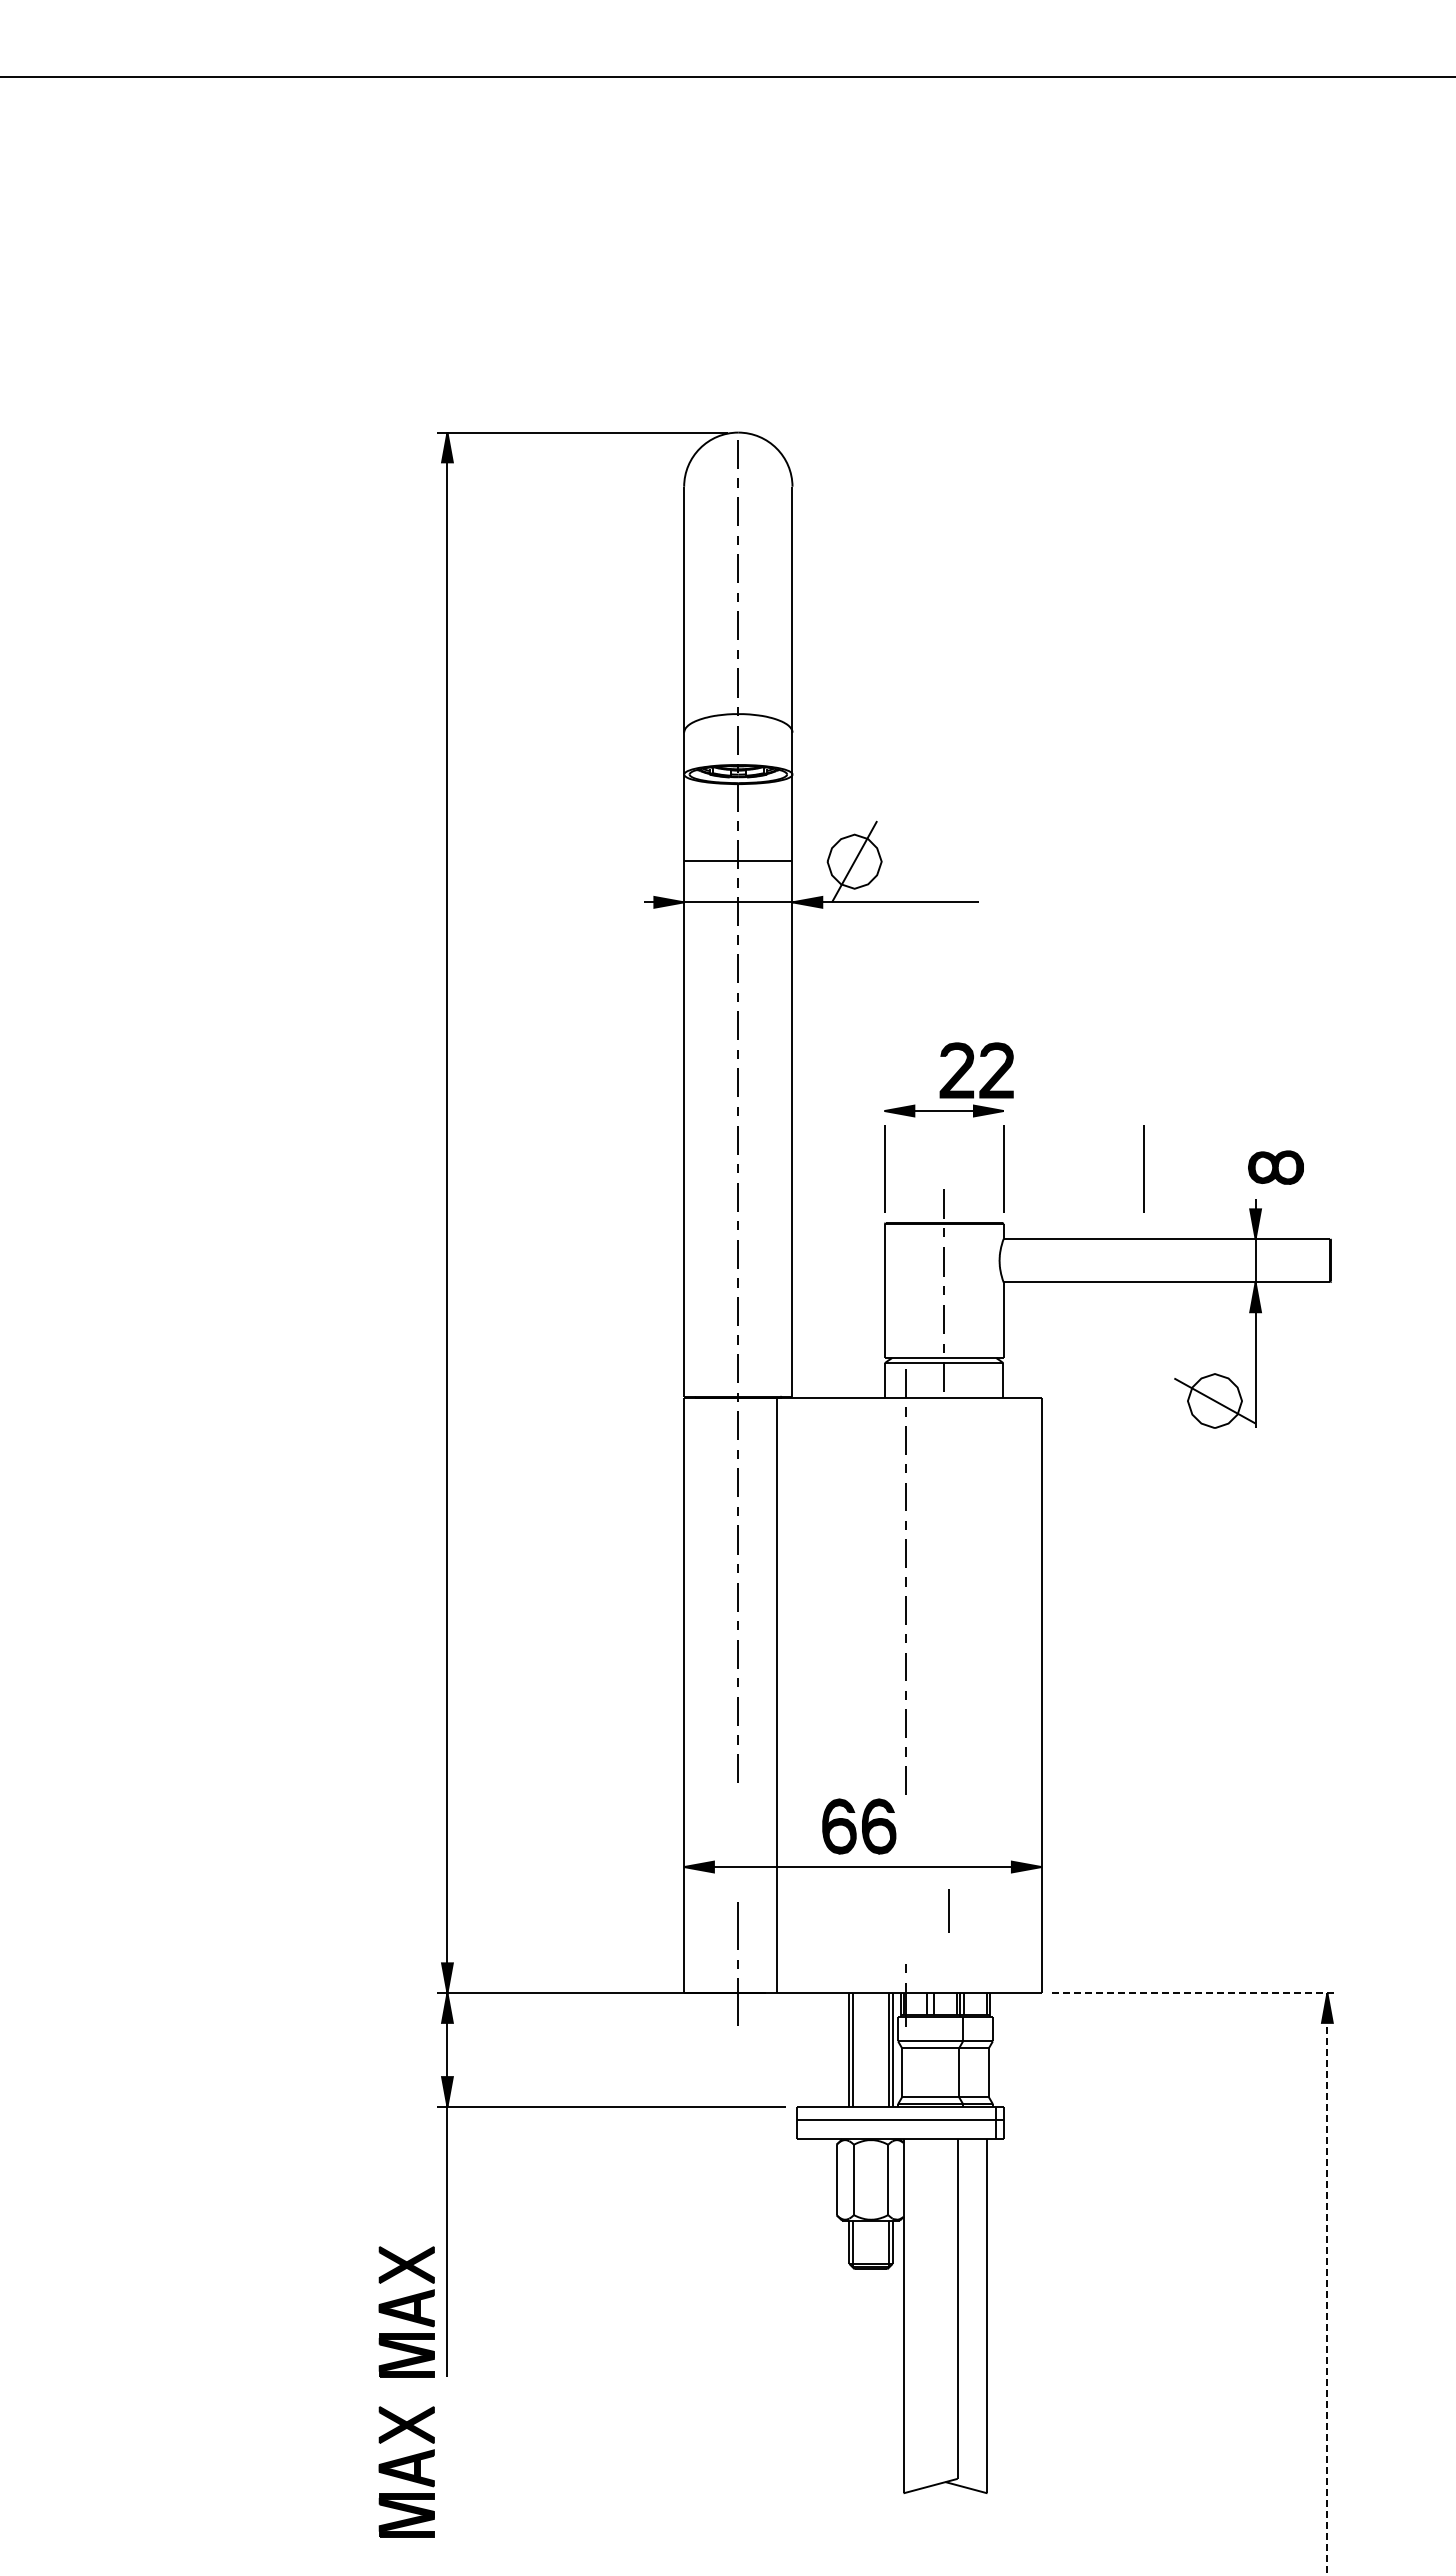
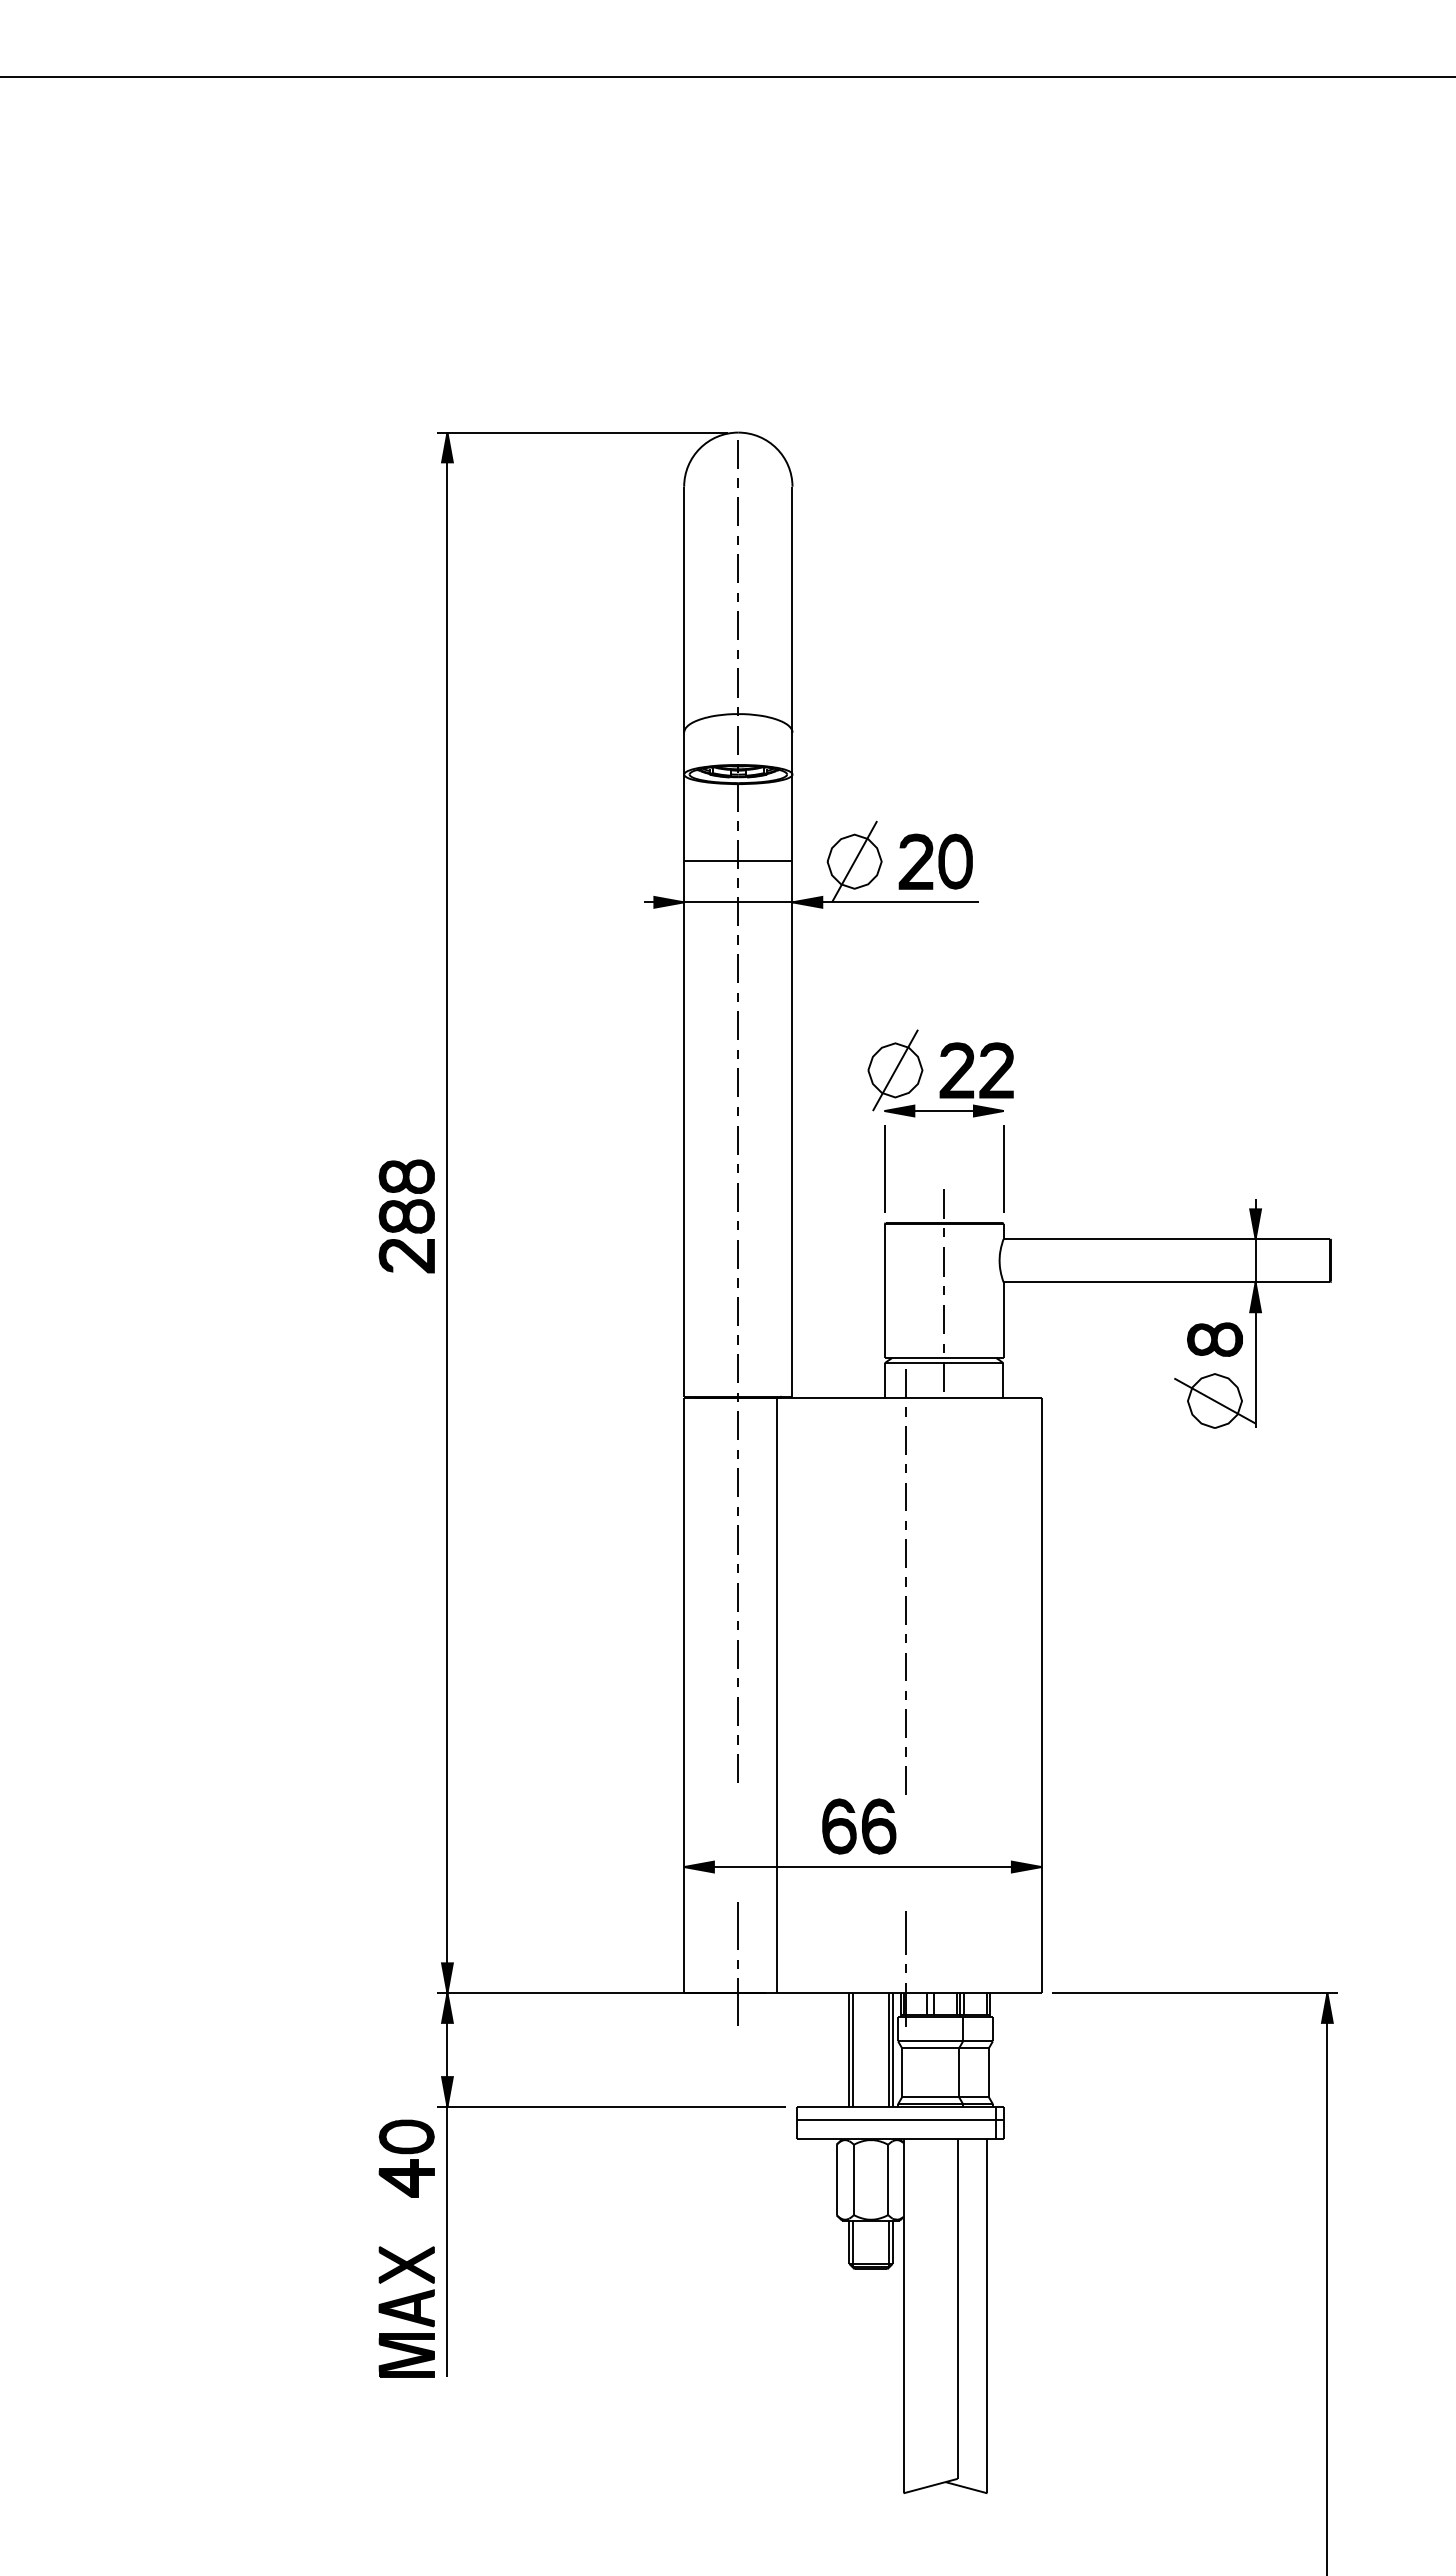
part at (935, 861): none -> present
part at (895, 1070): none -> present
part at (1275, 1167) position: (1275, 1167) -> (1214, 1339)
line at (1143, 1168): present -> none
part at (406, 1216): none -> present
line at (948, 1910) position: (948, 1910) -> (905, 1932)
line at (1195, 1993): dashed -> solid
part at (406, 2158): none -> present
line at (1327, 2298): dashed -> solid
part at (406, 2471): present -> none
